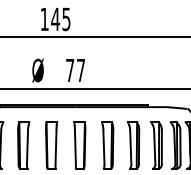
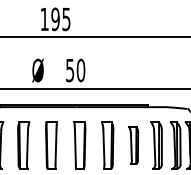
text at (55, 19): 145 -> 195
text at (75, 70): 77 -> 50
part at (133, 145) size: 14x49 px -> 12x39 px
